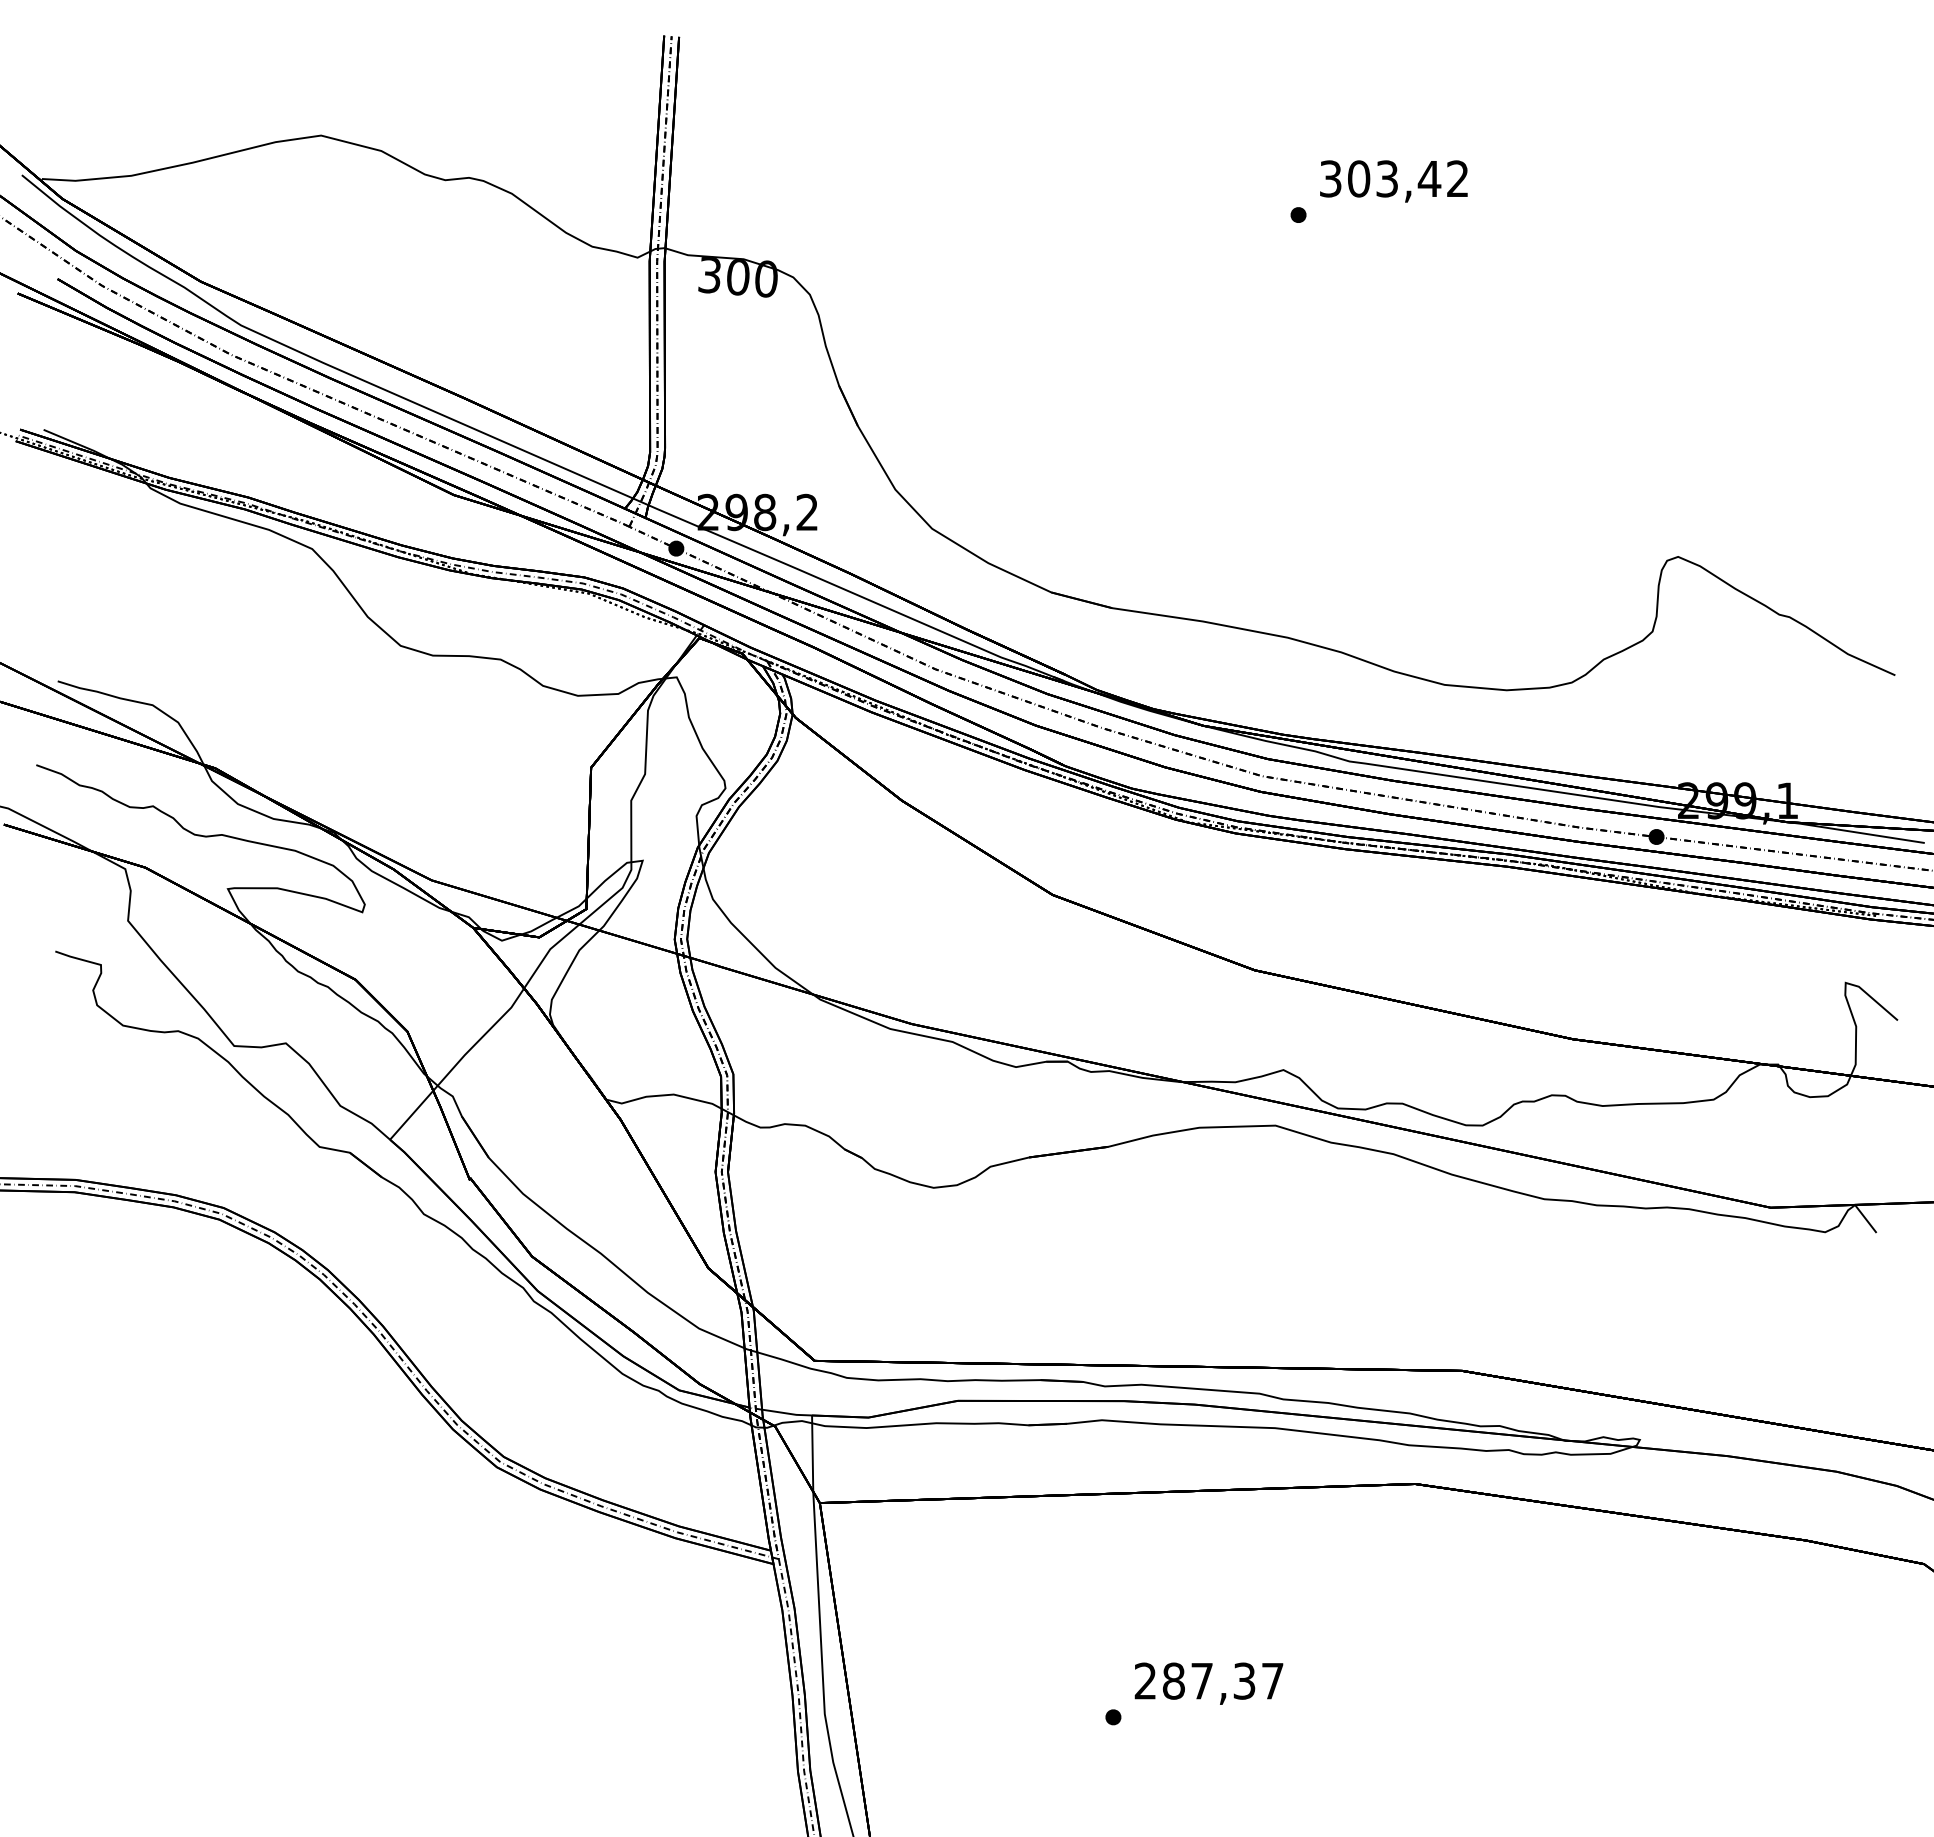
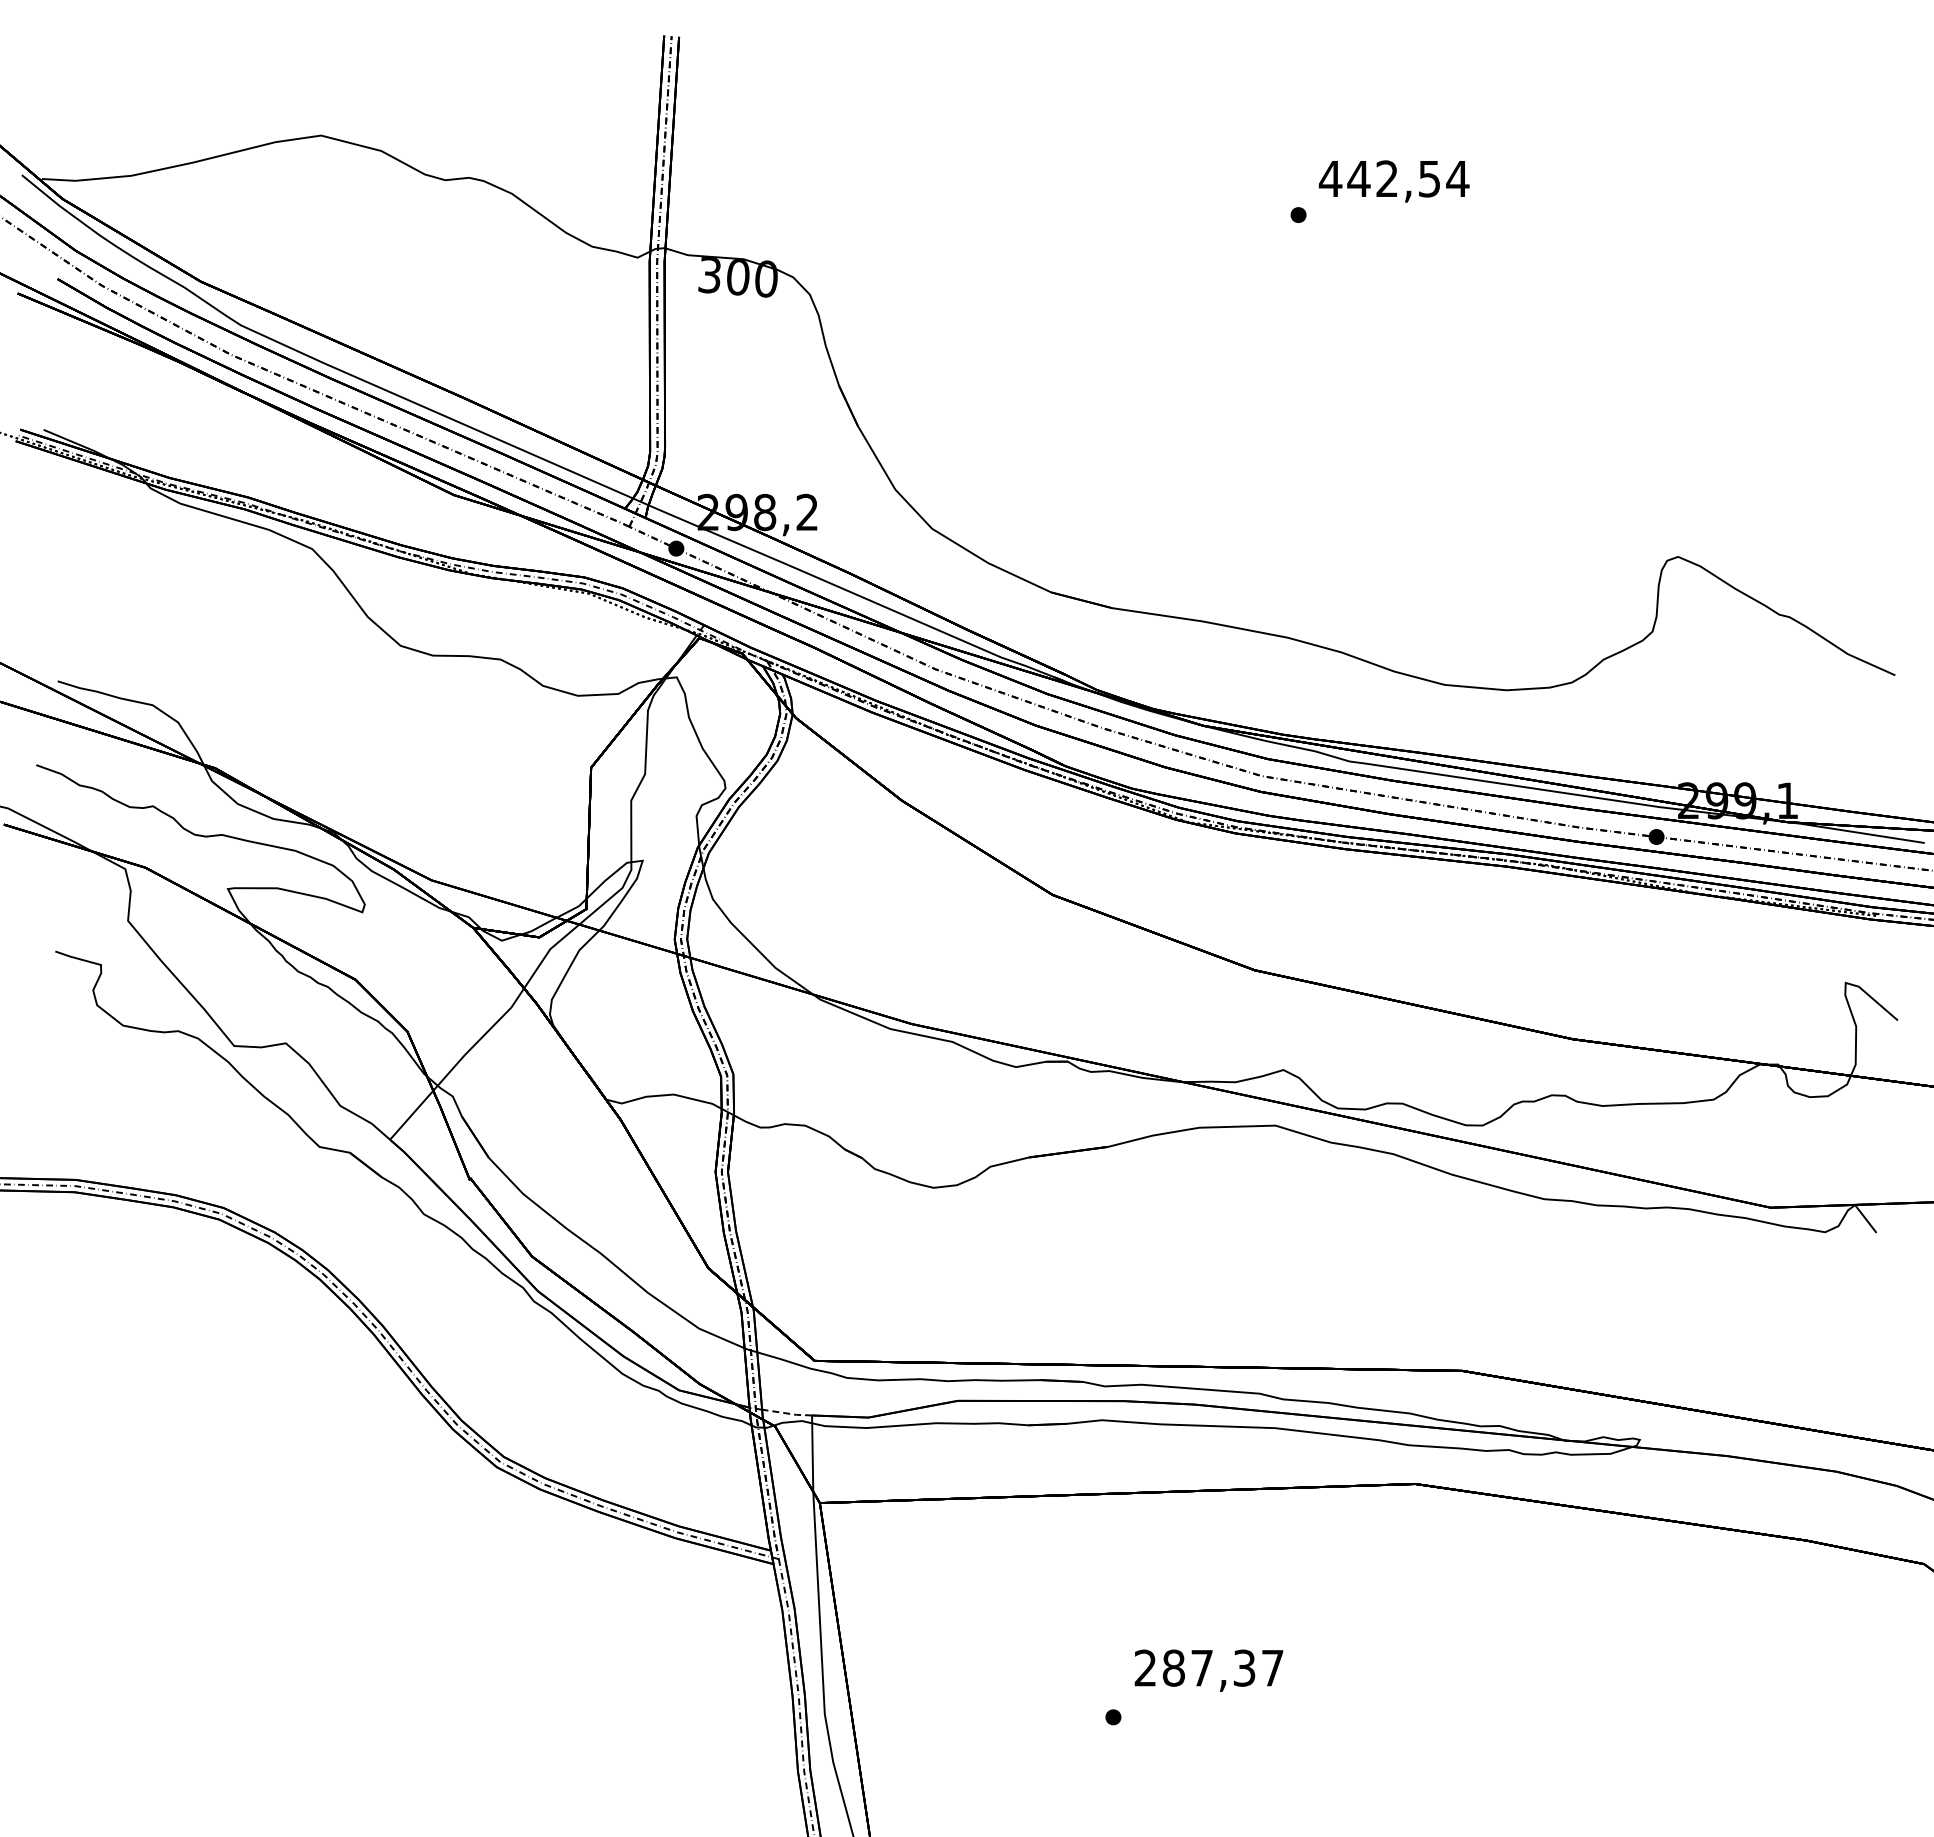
text at (1393, 178): 303,42 -> 442,54
line at (787, 1413): solid -> dashed
text at (1208, 1683) position: (1208, 1683) -> (1208, 1670)
